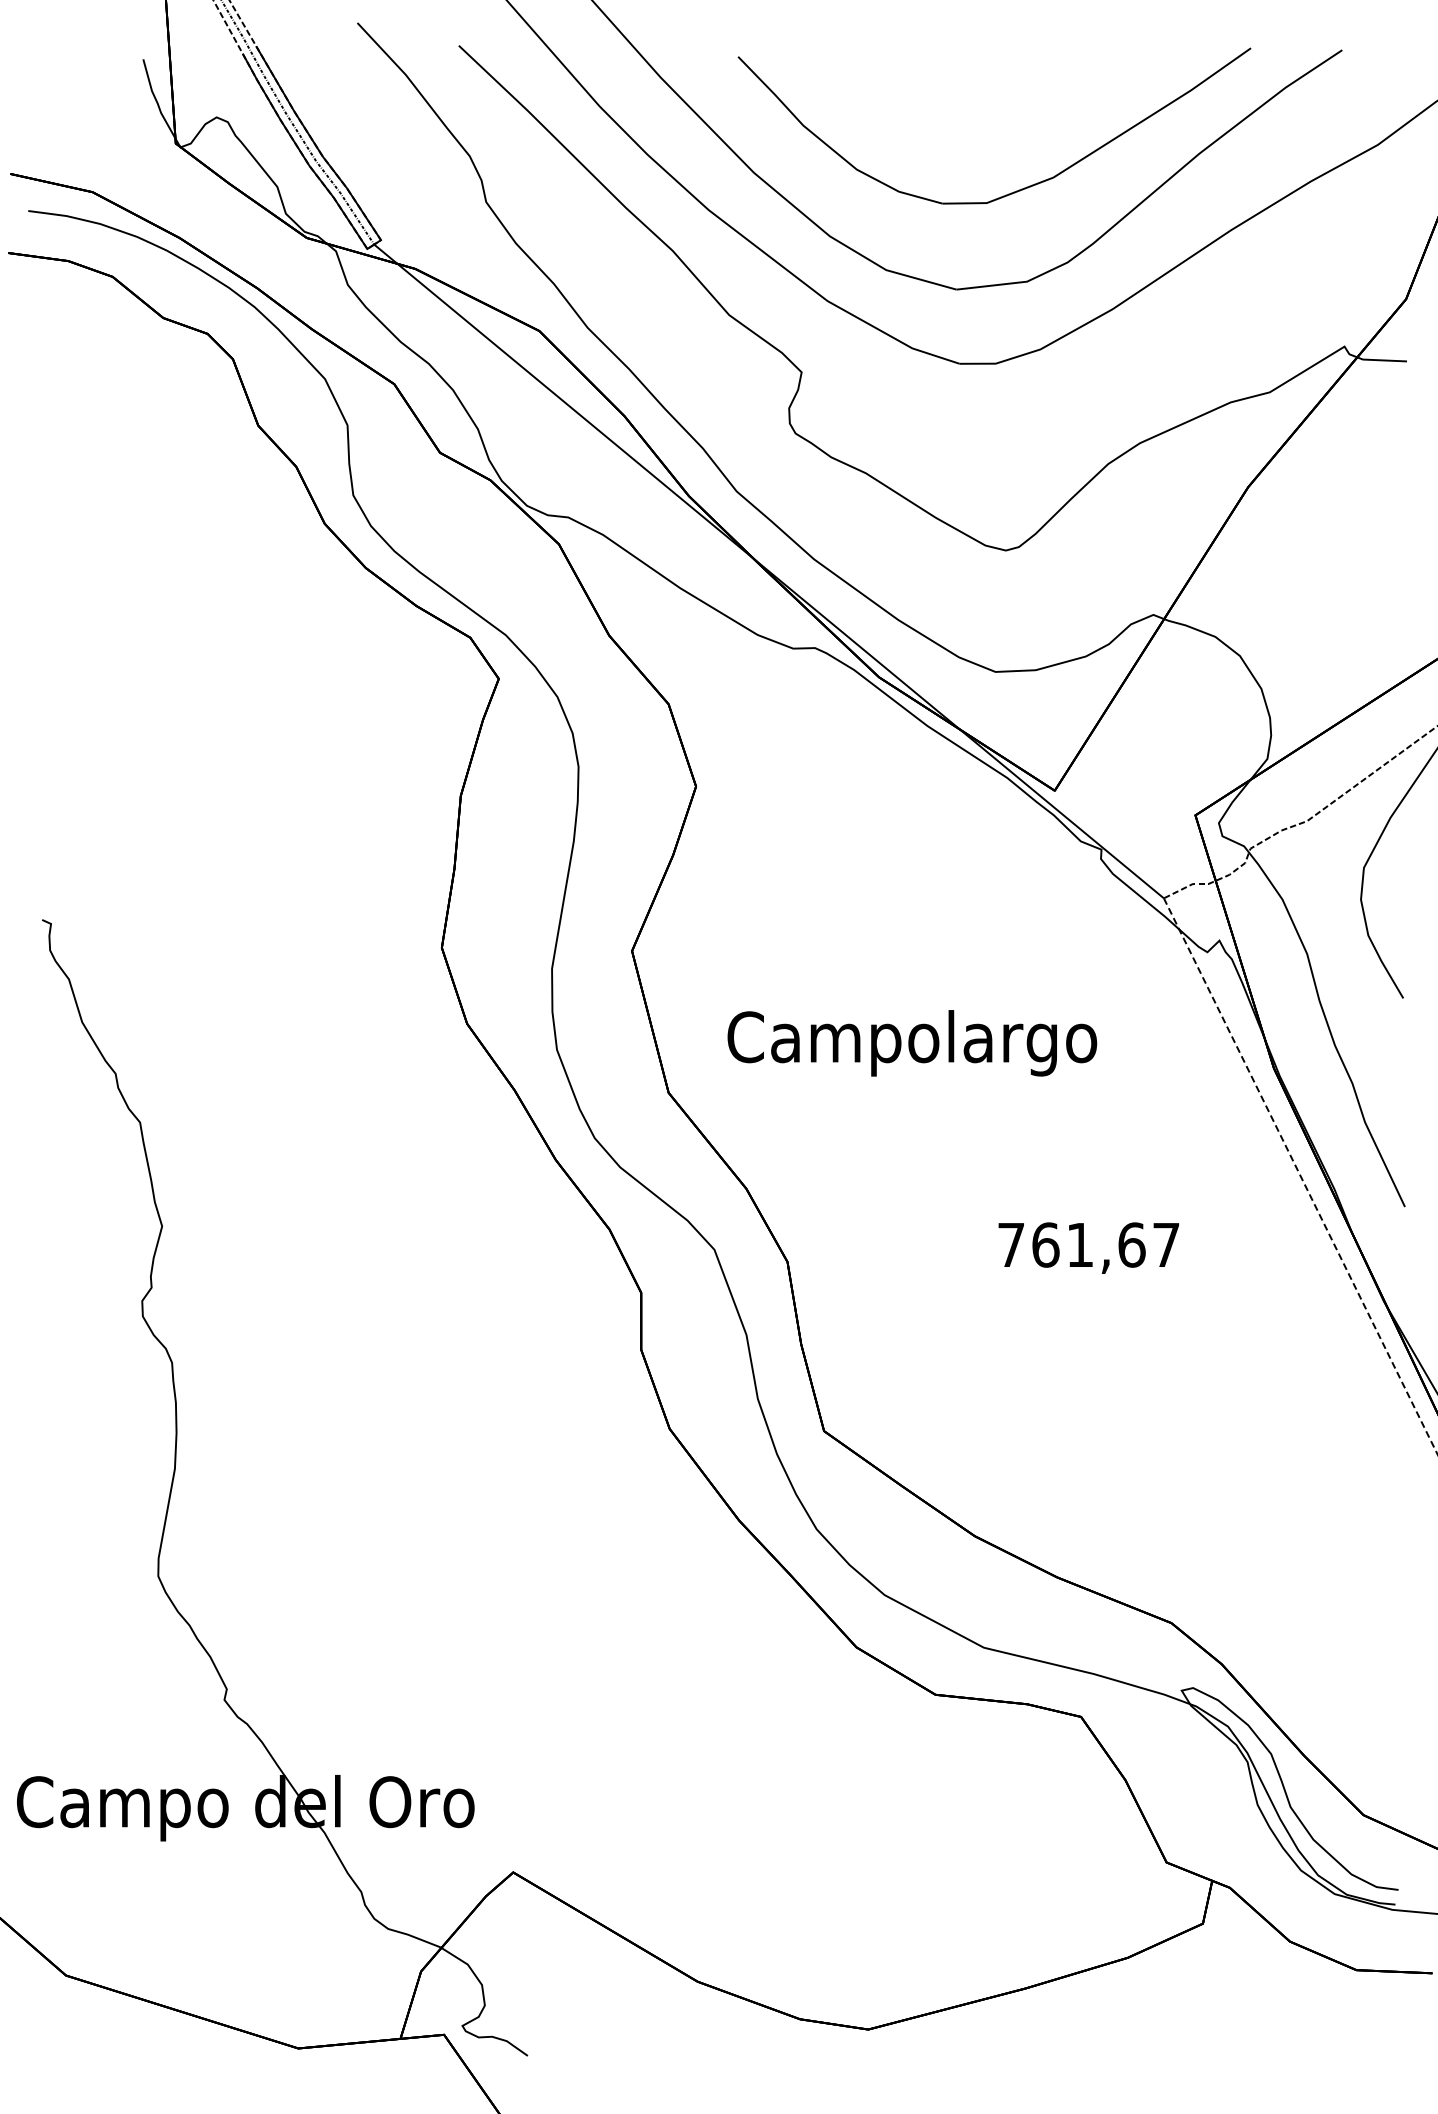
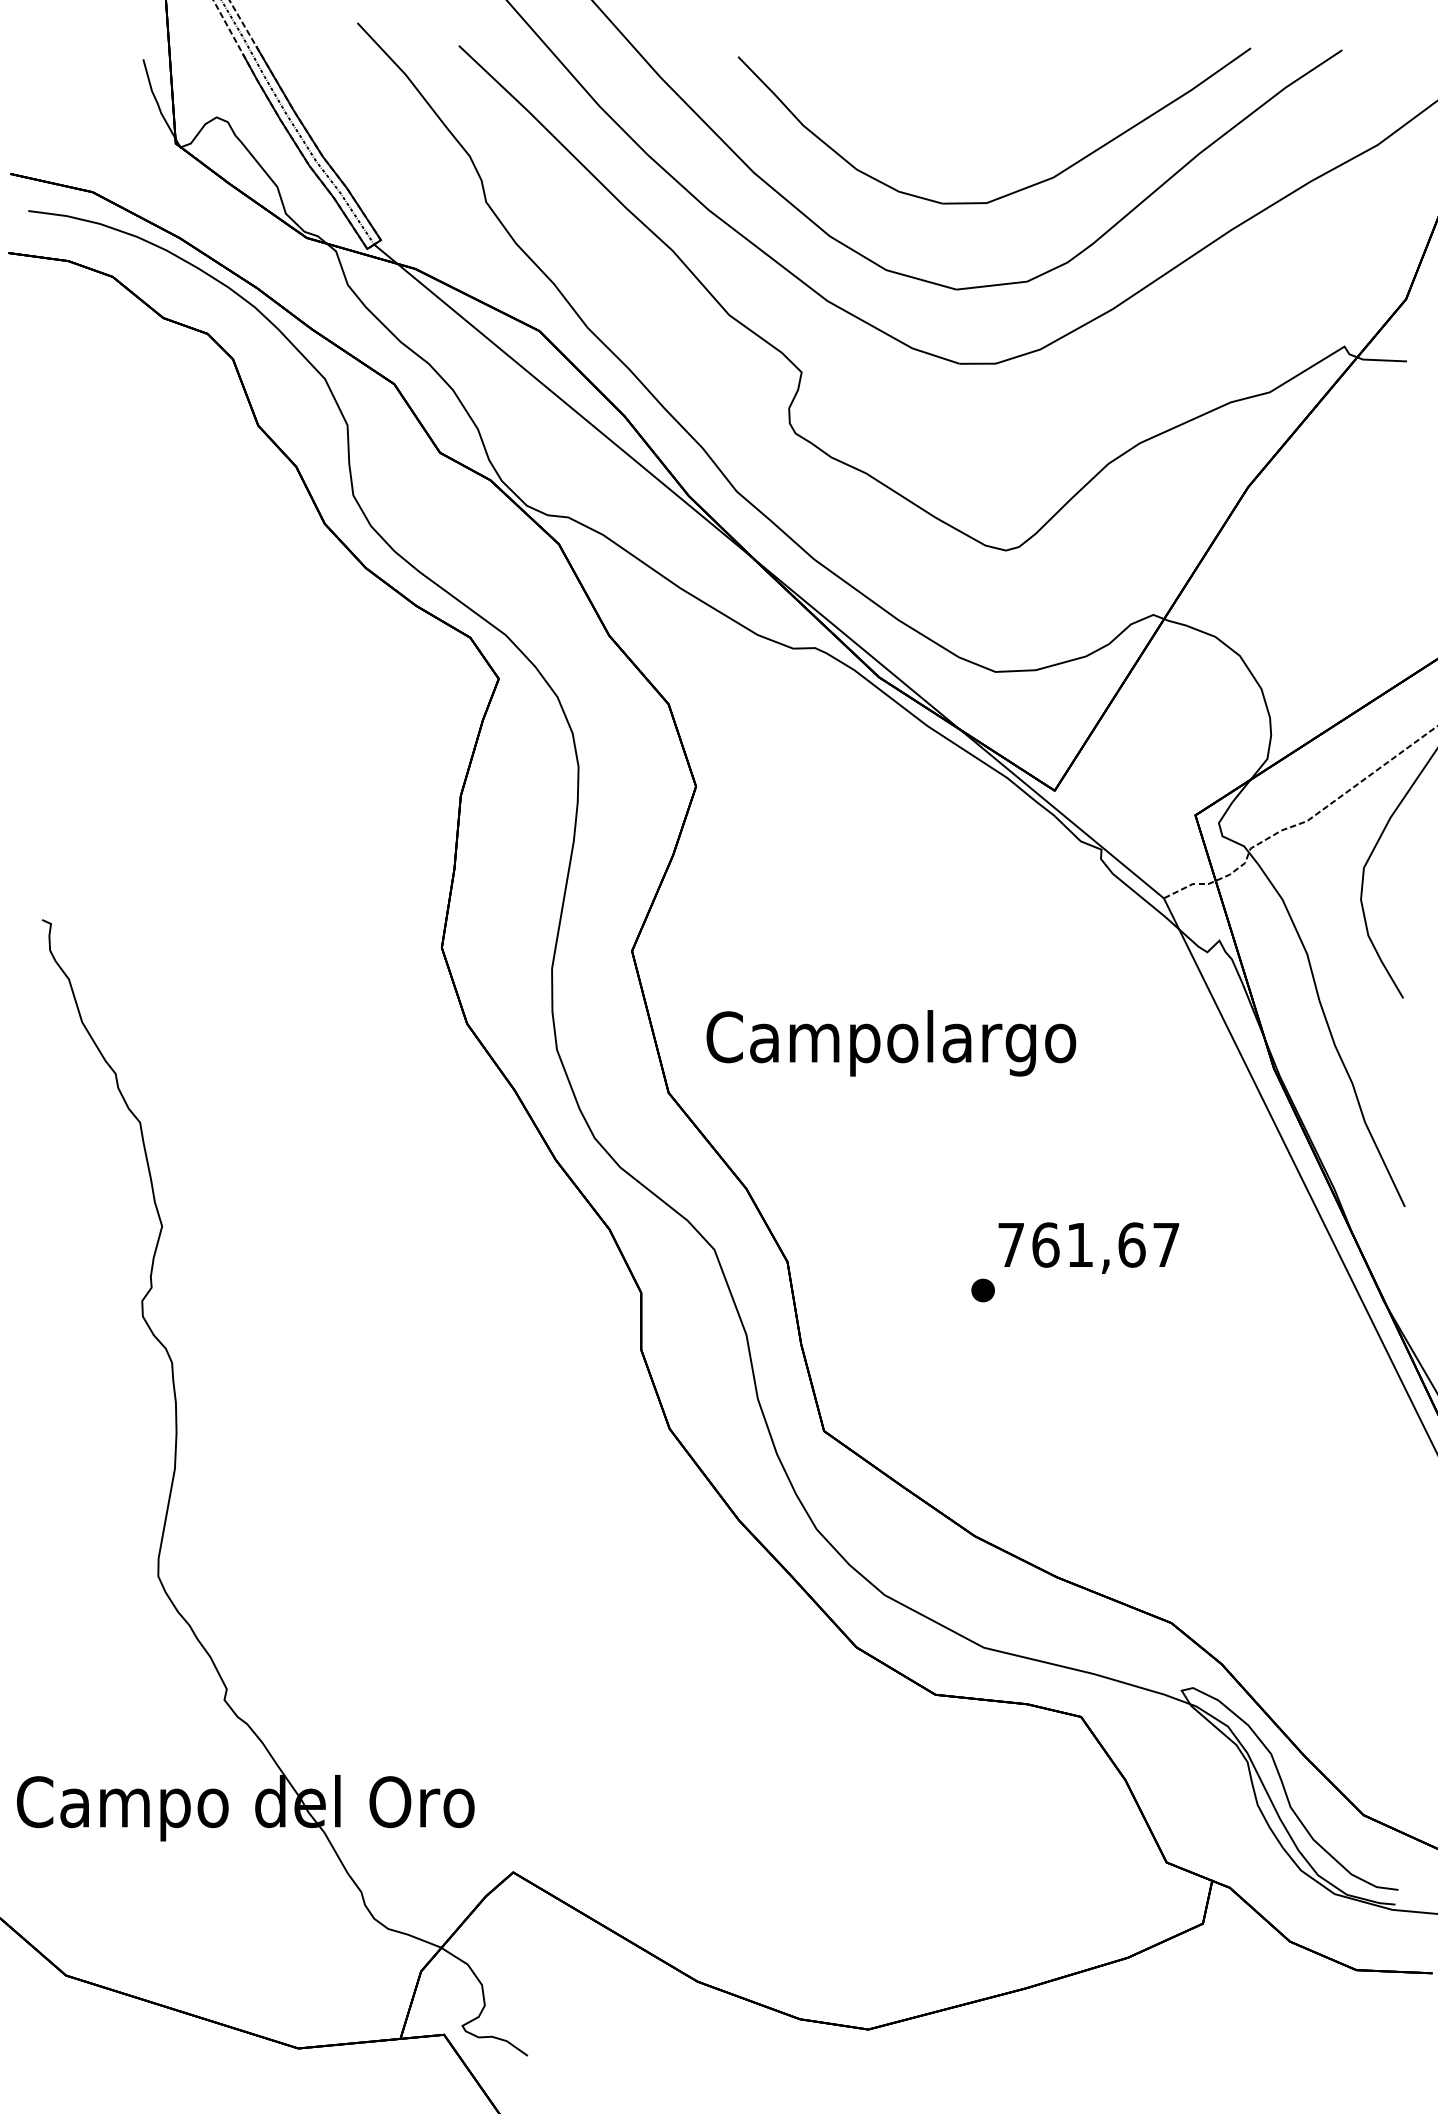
text at (912, 1043) position: (912, 1043) -> (891, 1043)
line at (1301, 1177): dashed -> solid
part at (982, 1290): none -> present
